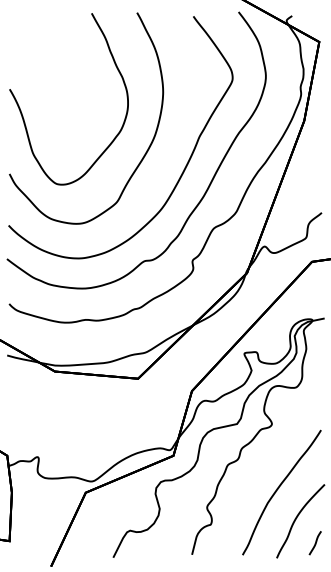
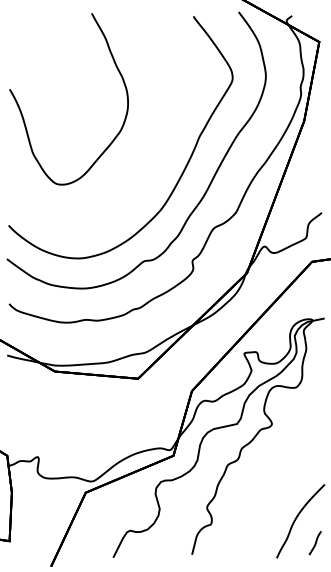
curve at (143, 155): present -> none
curve at (278, 489): present -> none
